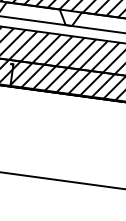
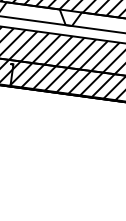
line at (62, 180): present -> none
